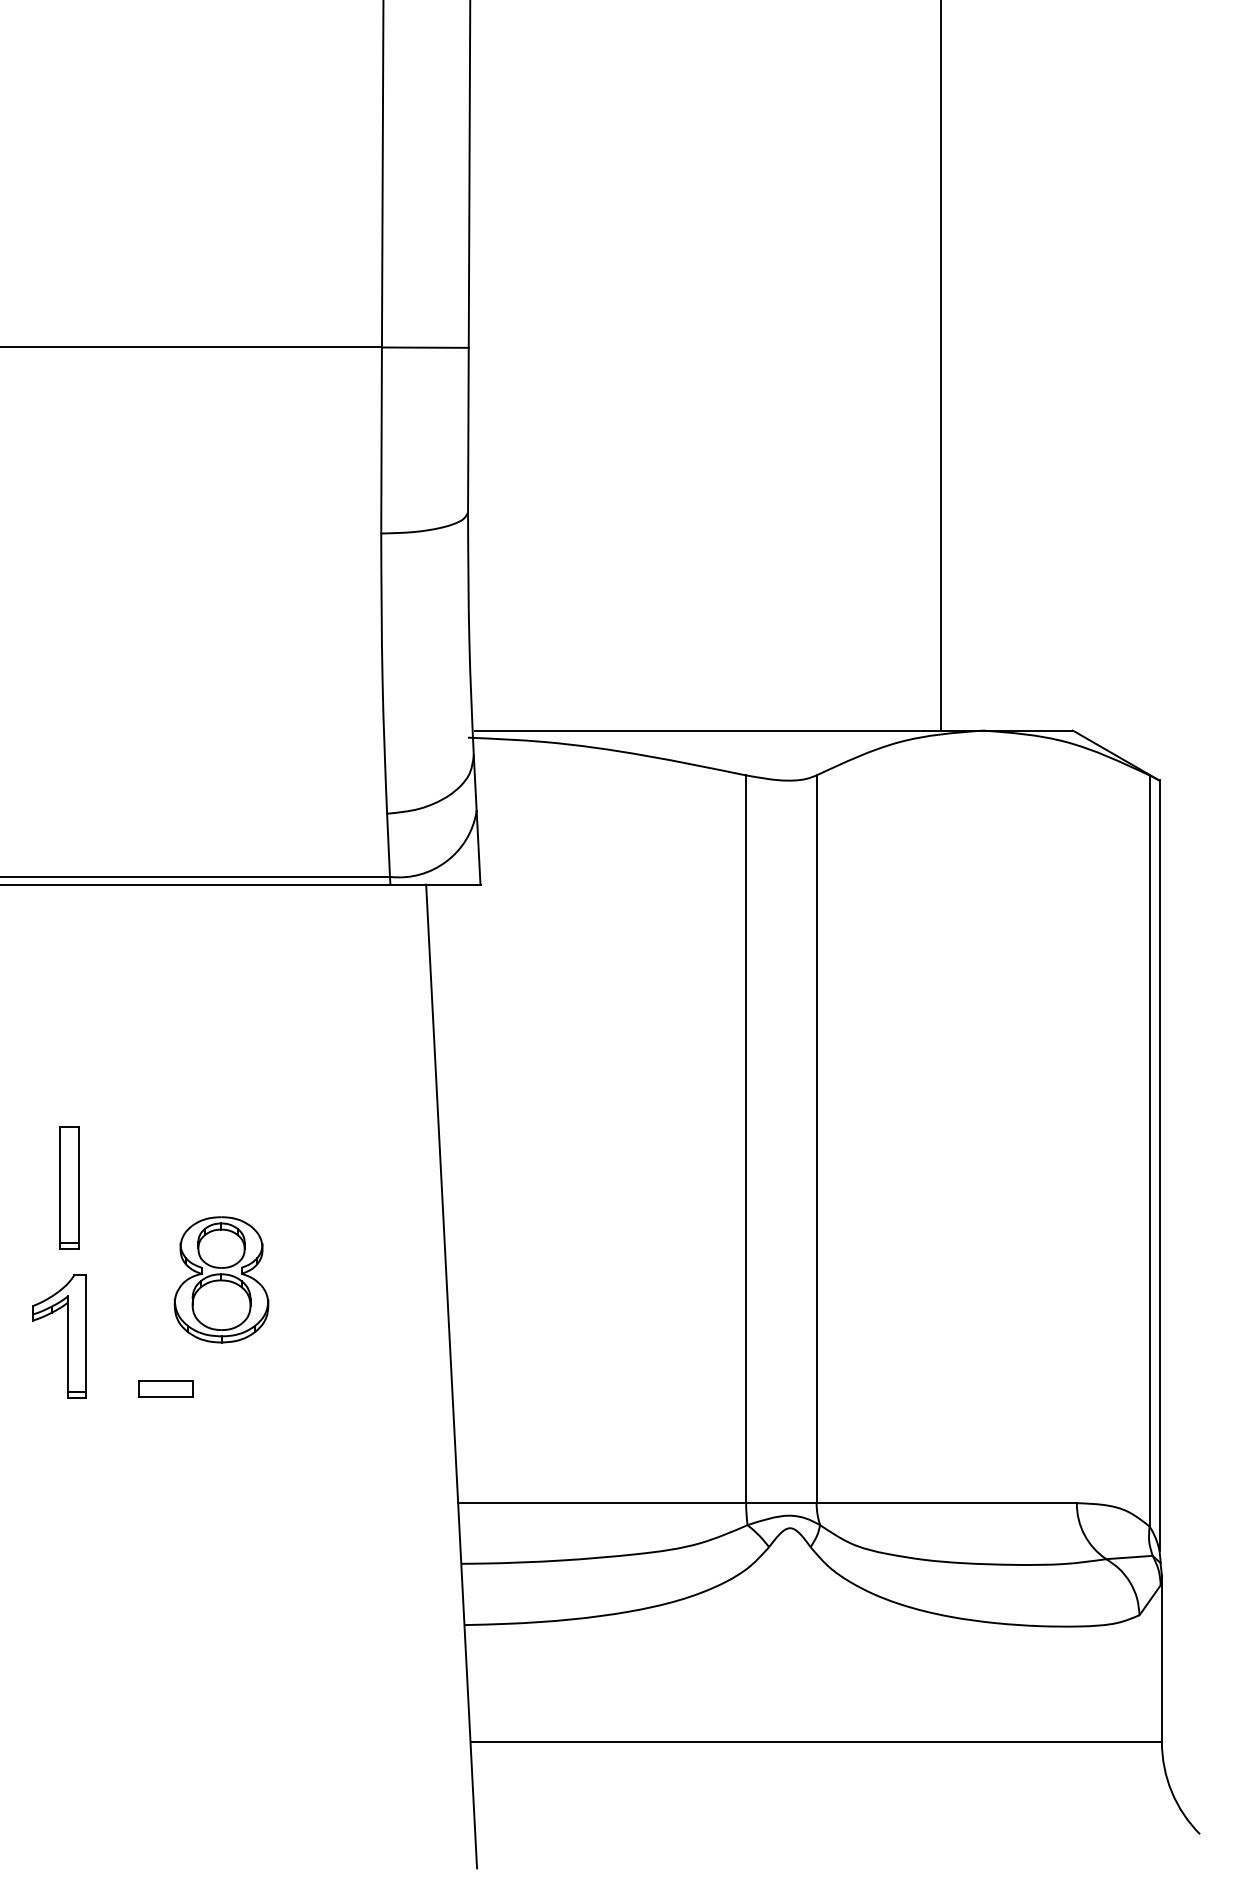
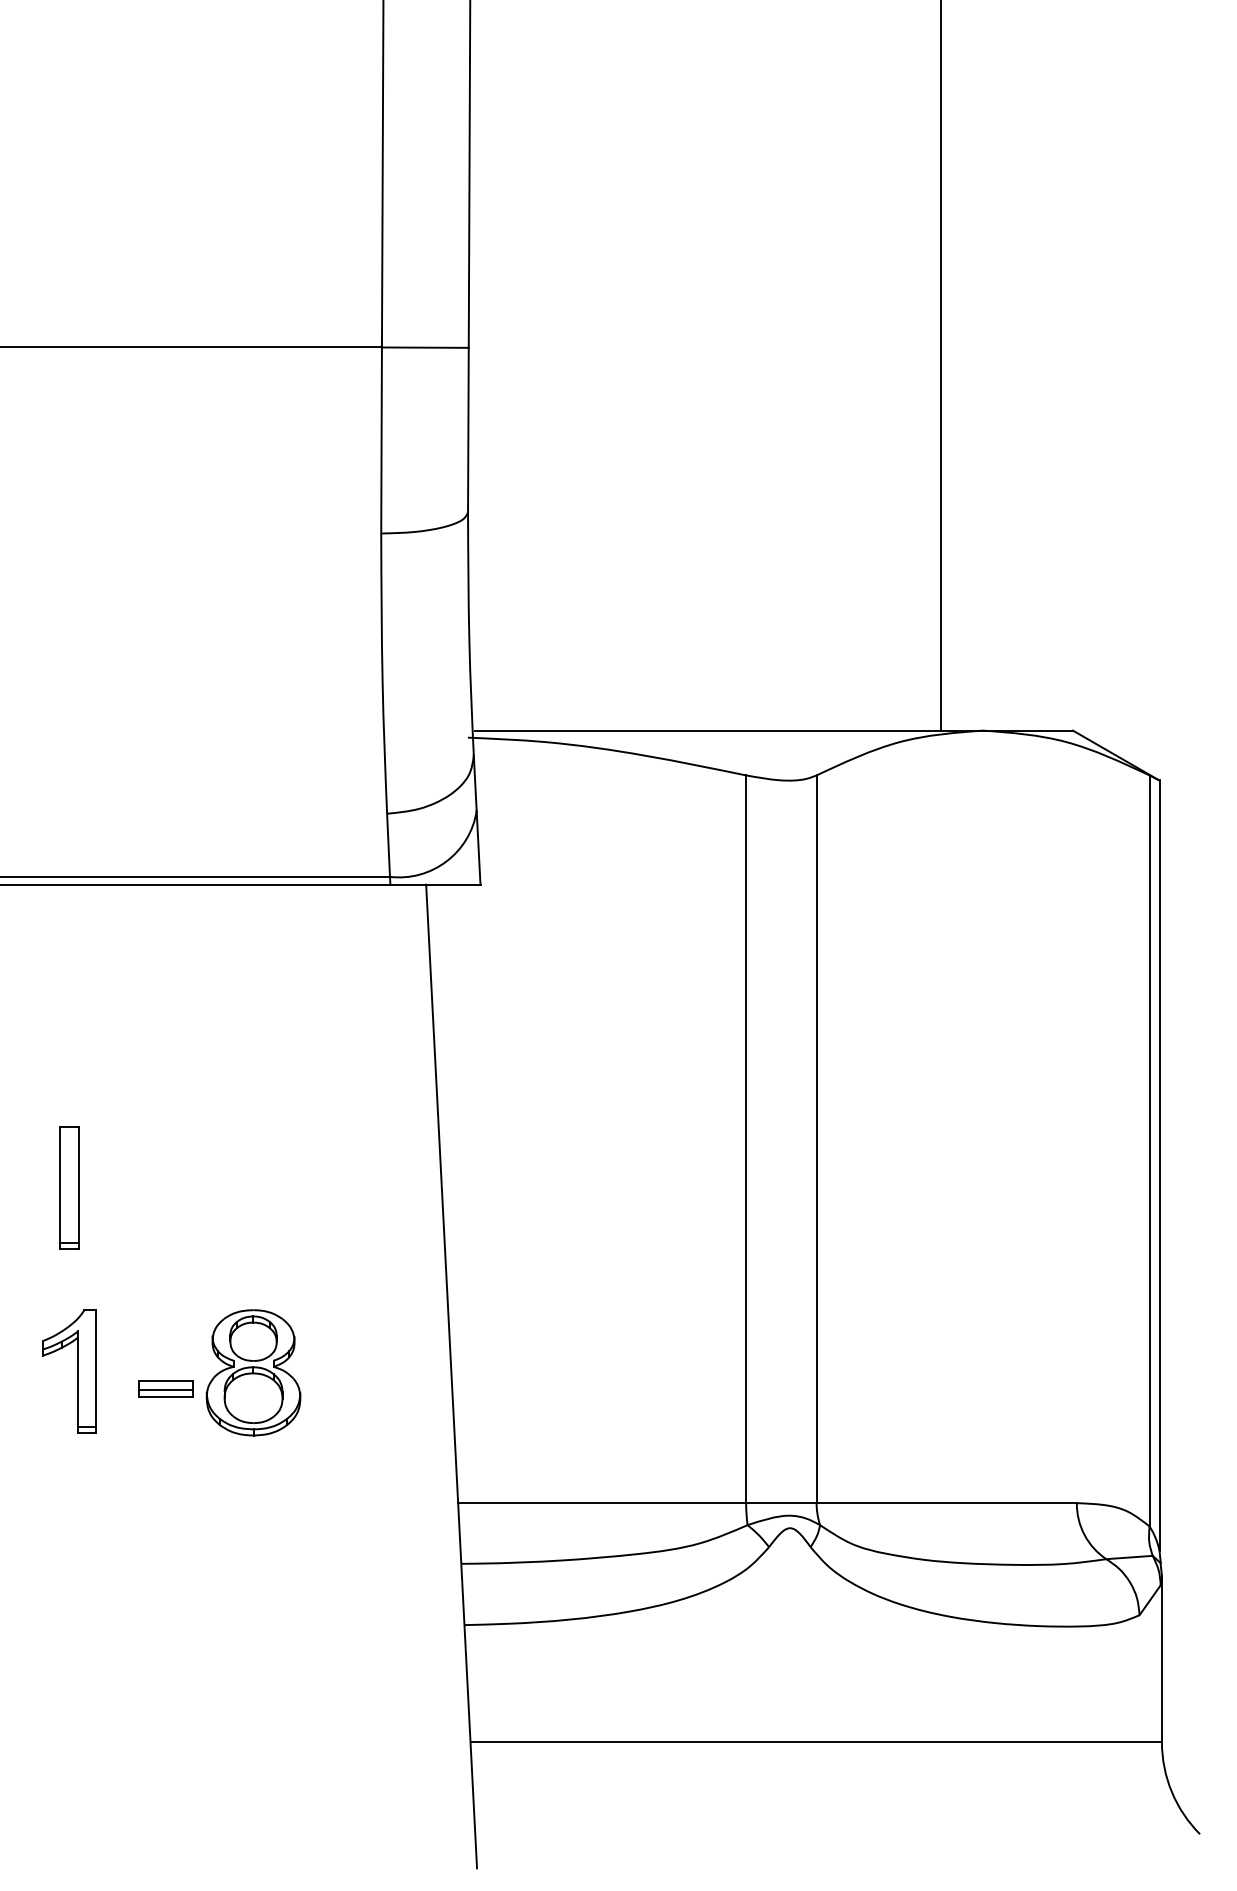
part at (221, 1279) position: (221, 1279) -> (253, 1372)
part at (67, 1336) position: (67, 1336) -> (77, 1371)
line at (165, 1390): none -> present
